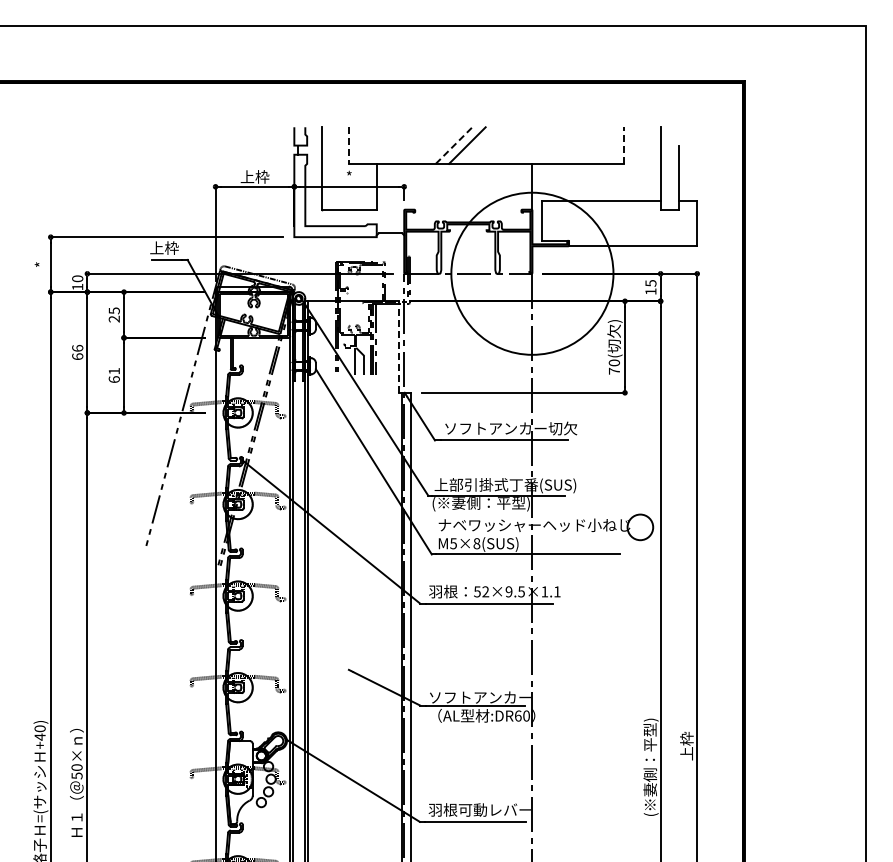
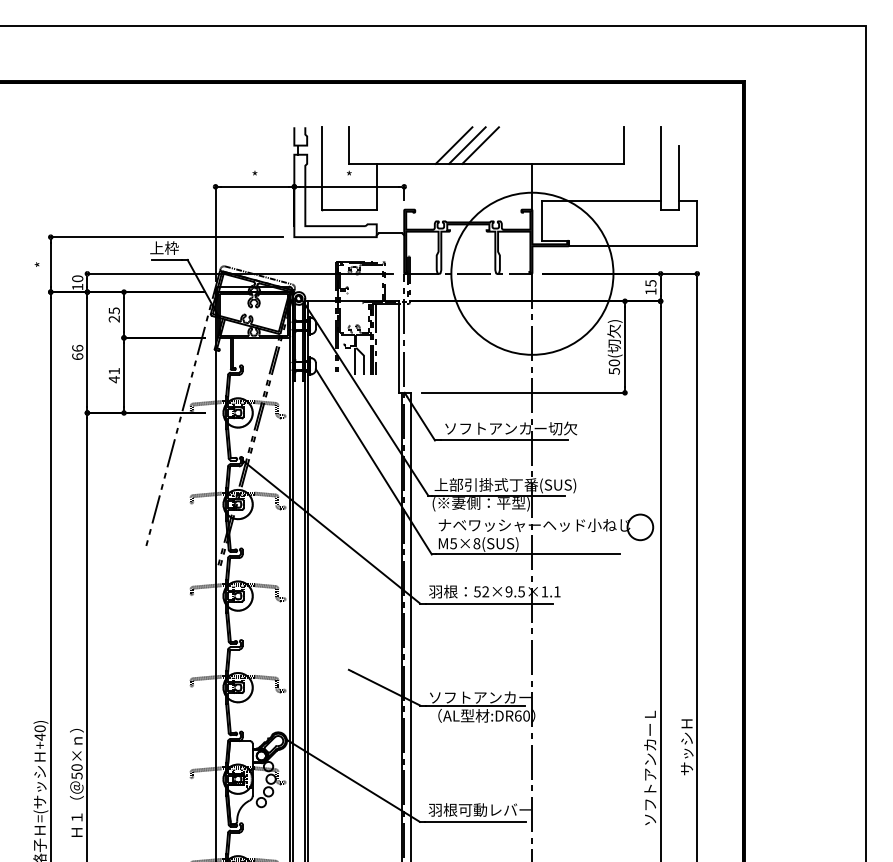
line at (454, 145): dashed -> solid
line at (480, 145): none -> present
line at (623, 145): dashed -> solid
line at (349, 146): dashed -> solid
text at (254, 176): 上枠 -> *
line at (398, 347): dashed -> solid
text at (614, 370): 70( -> 50(
text at (113, 379): 61 -> 41
text at (686, 747): 上枠 -> サッシＨ
text at (650, 767): (※妻側：平型) -> ソフトアンカーＬ
